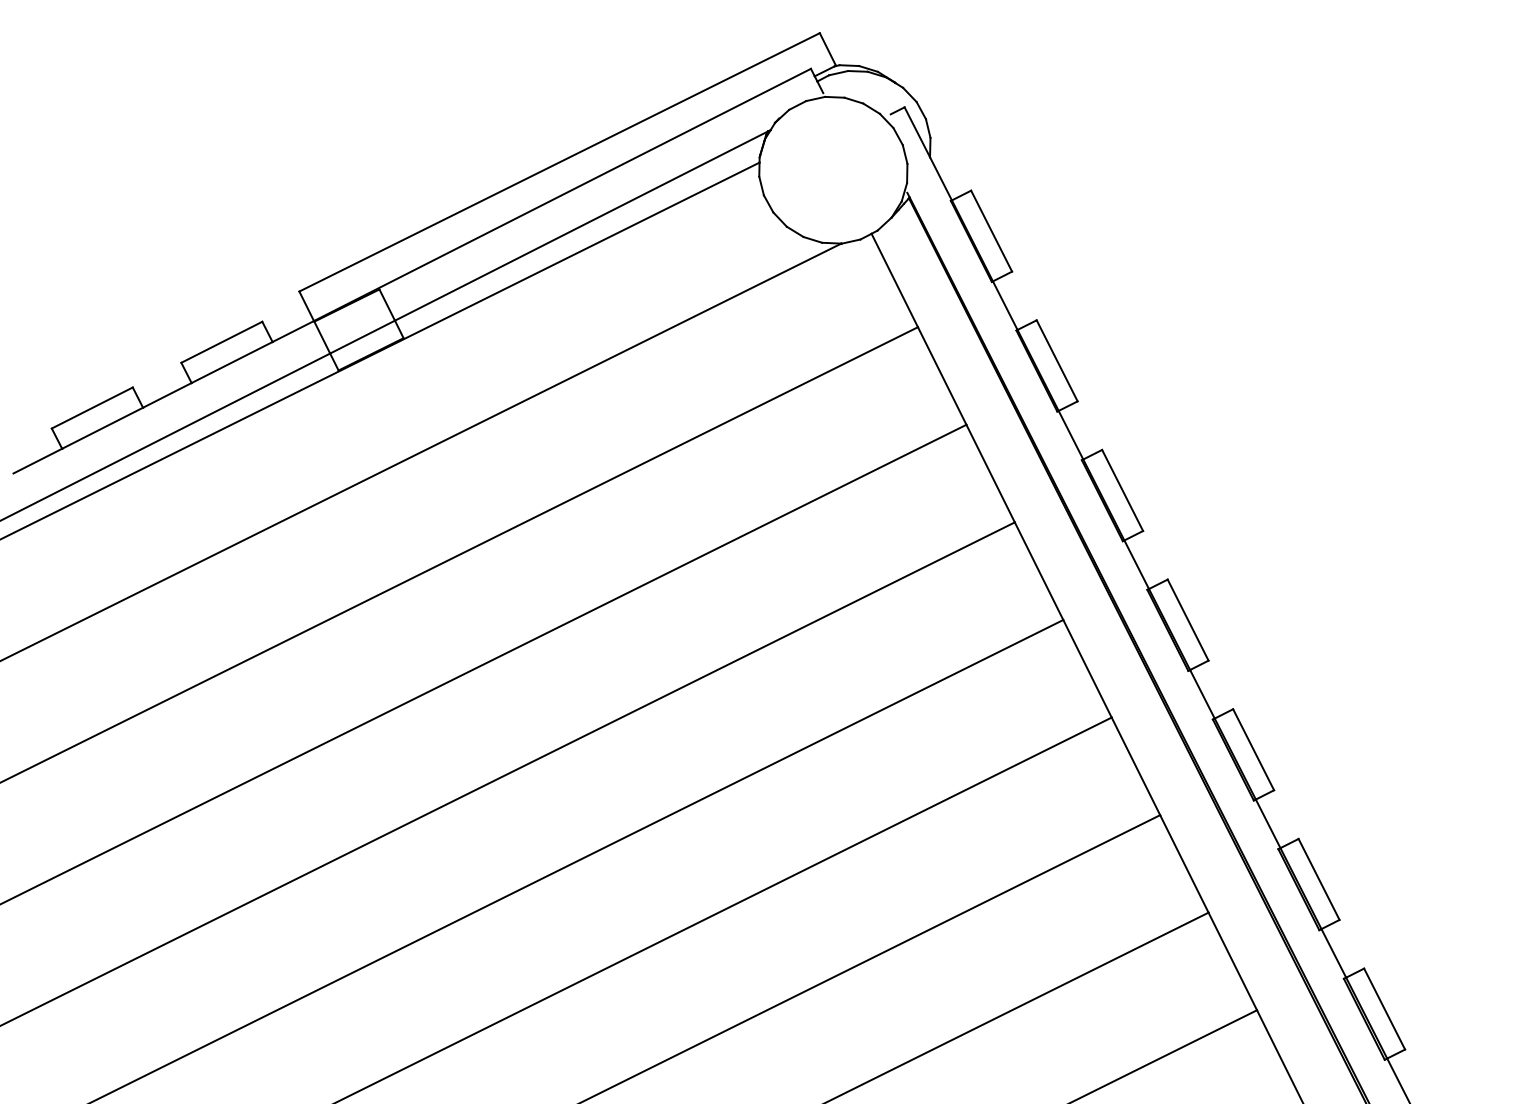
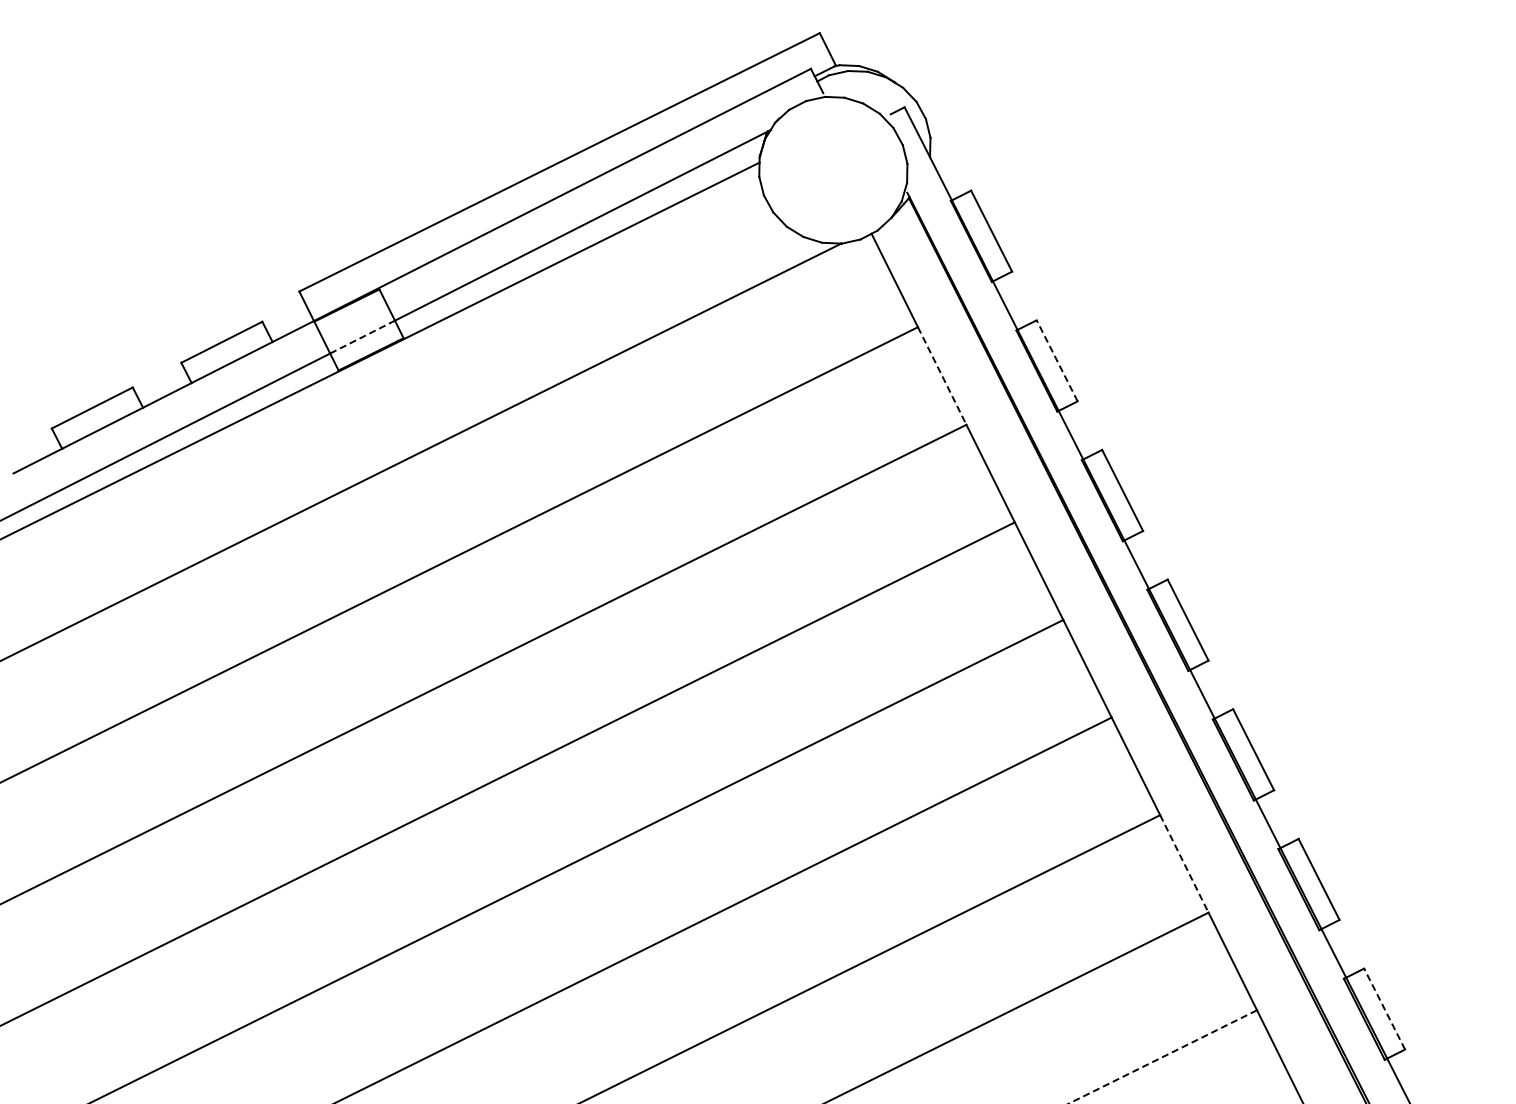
line at (363, 336): solid -> dashed
line at (1056, 360): solid -> dashed
line at (942, 376): solid -> dashed
line at (1184, 864): solid -> dashed
line at (1384, 1008): solid -> dashed
line at (1163, 1056): solid -> dashed
